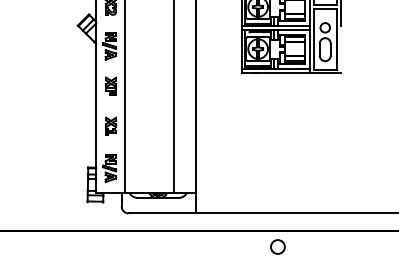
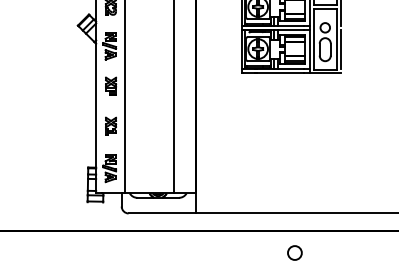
line at (340, 48): none -> present
circle at (277, 246) position: (277, 246) -> (294, 252)
